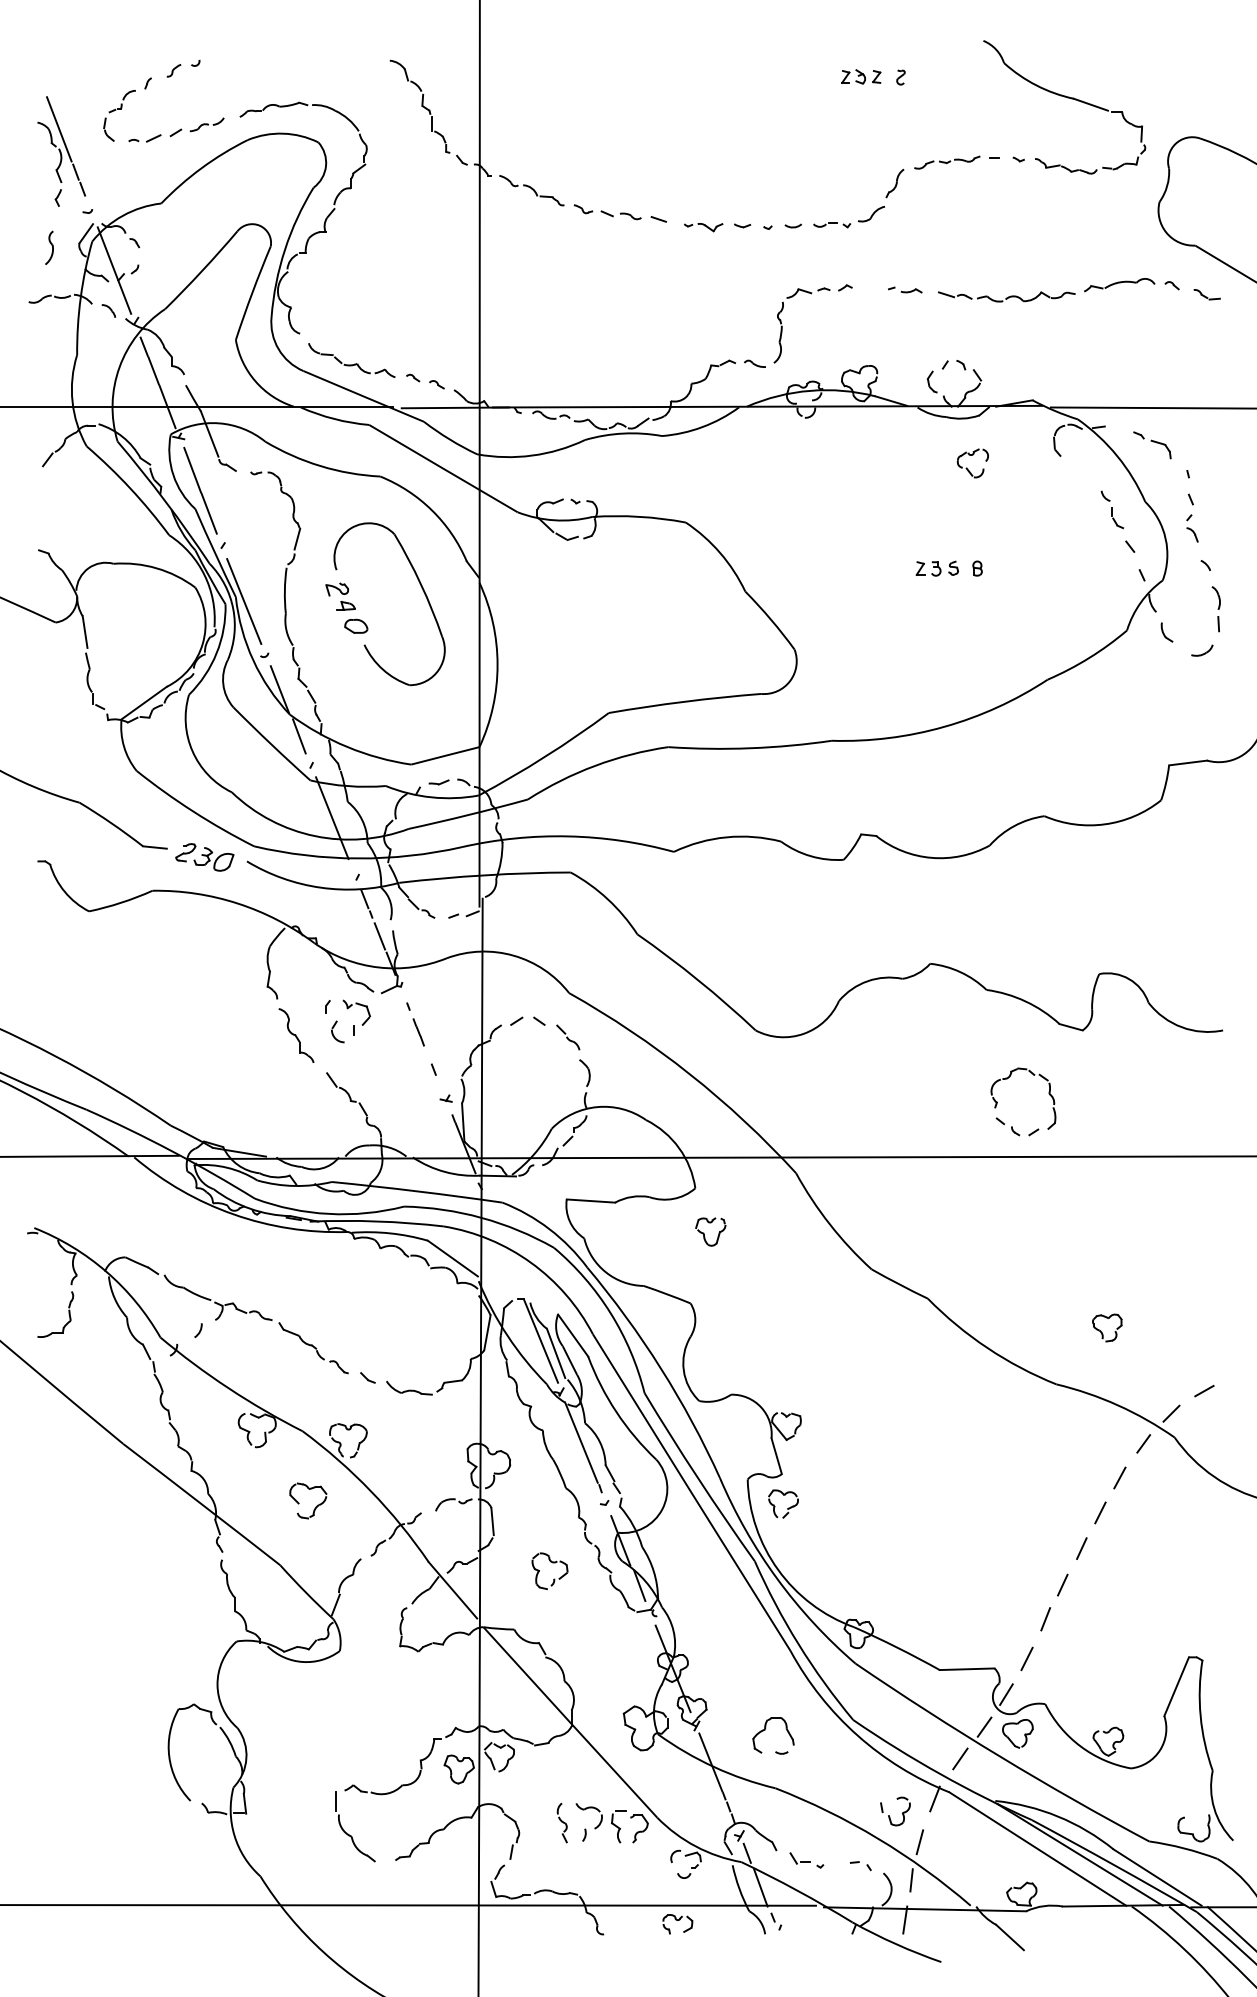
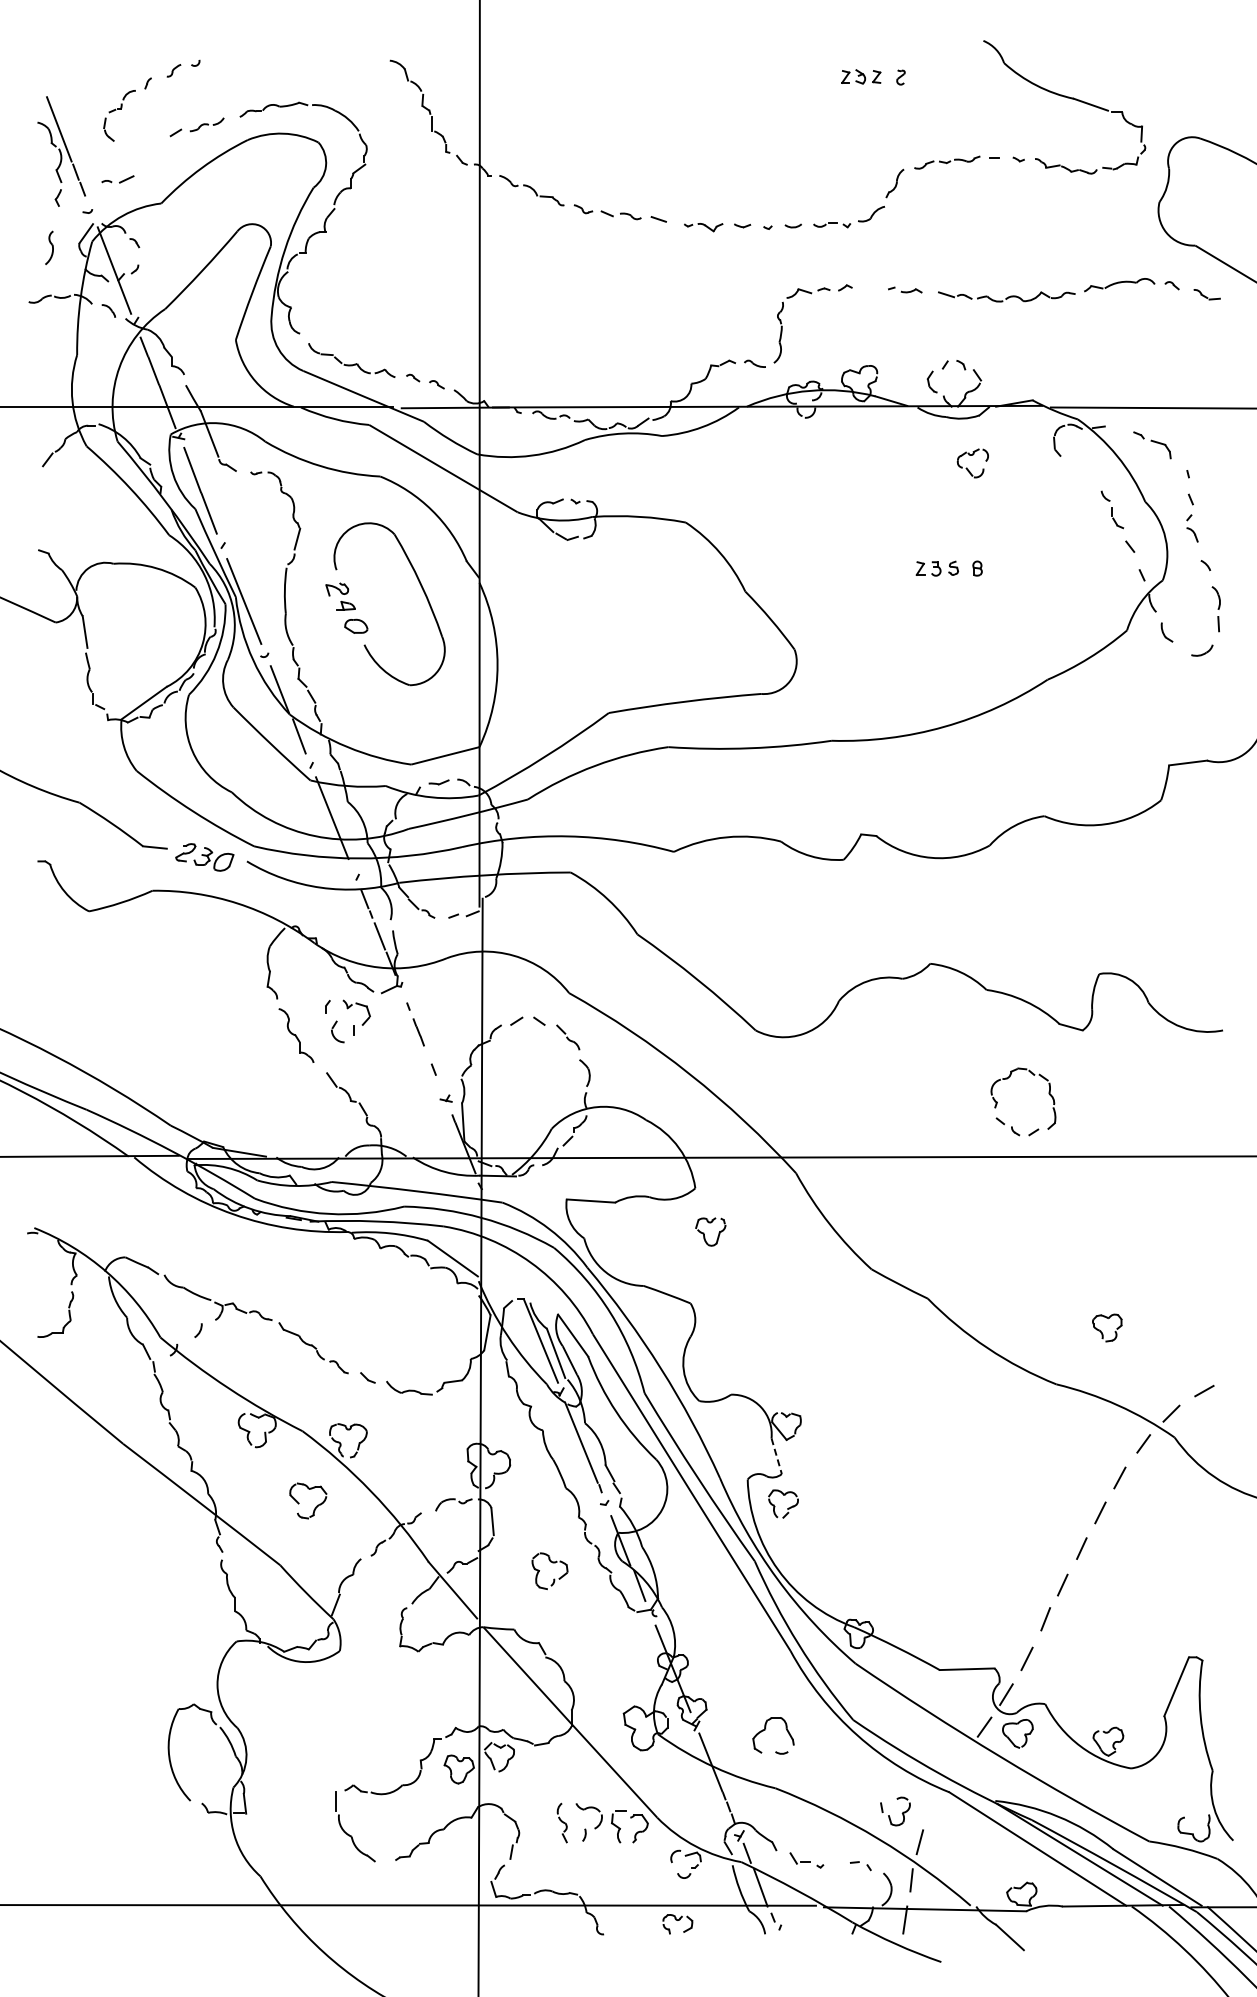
part at (144, 138) position: (144, 138) -> (117, 179)
line at (776, 1456): solid -> dashed
line at (960, 1758): present -> none
line at (934, 1798): present -> none
